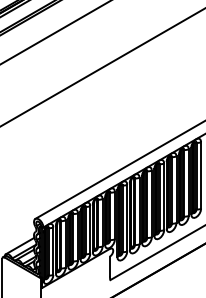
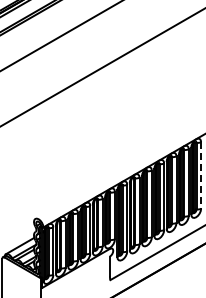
line at (55, 32) position: (55, 32) -> (61, 36)
line at (118, 170): present -> none
line at (201, 175): solid -> dashed
